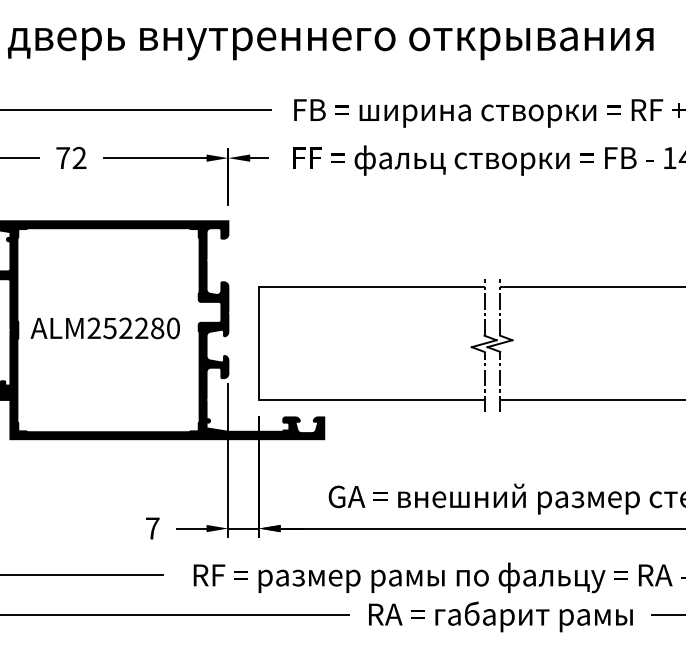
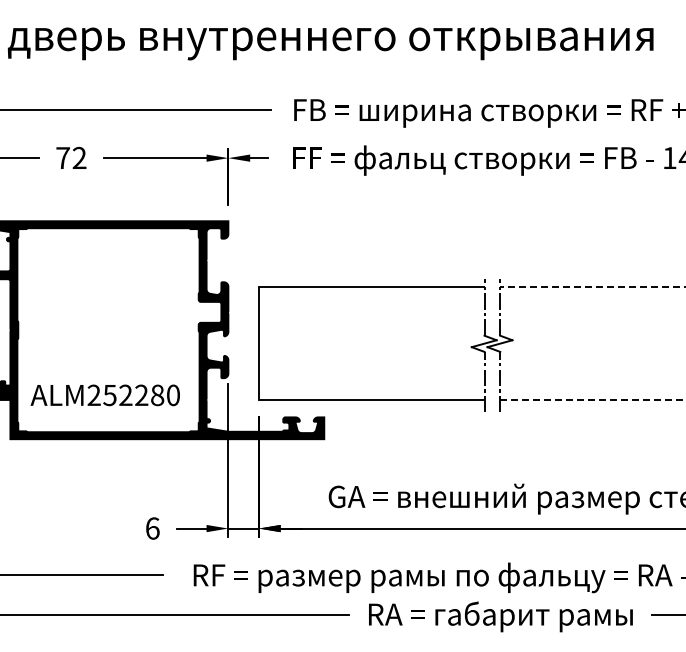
line at (685, 286): solid -> dashed
text at (104, 328) position: (104, 328) -> (104, 395)
text at (152, 528): 7 -> 6
